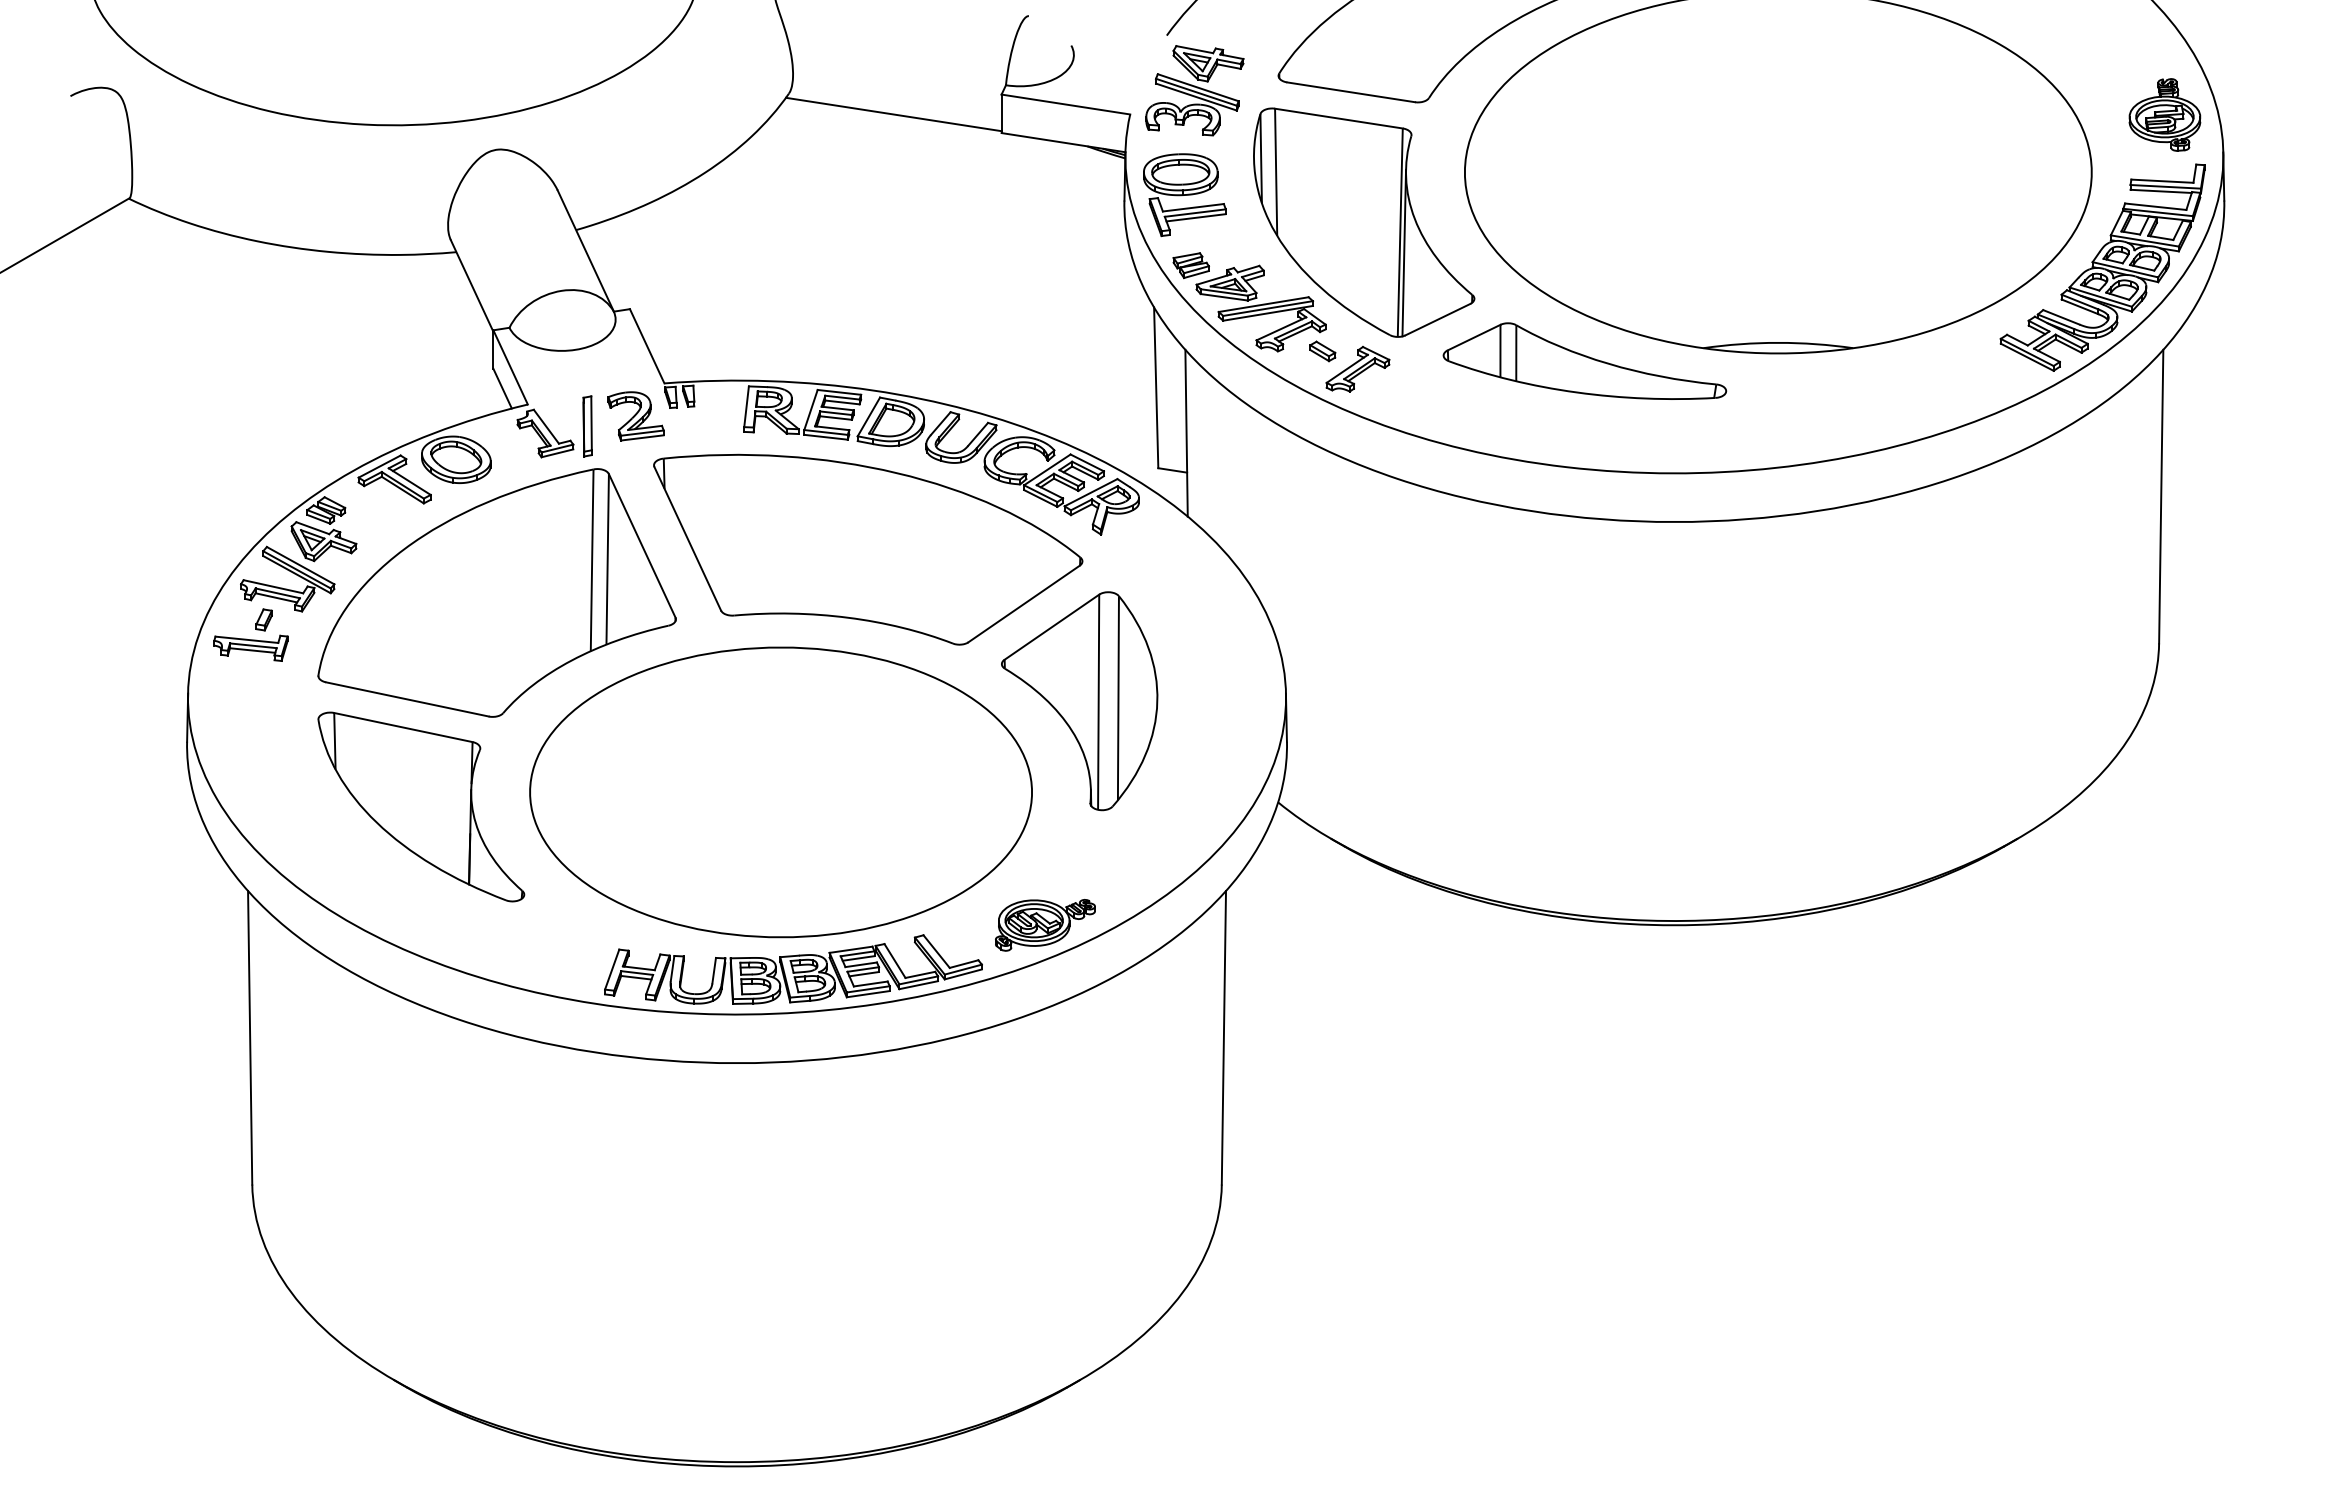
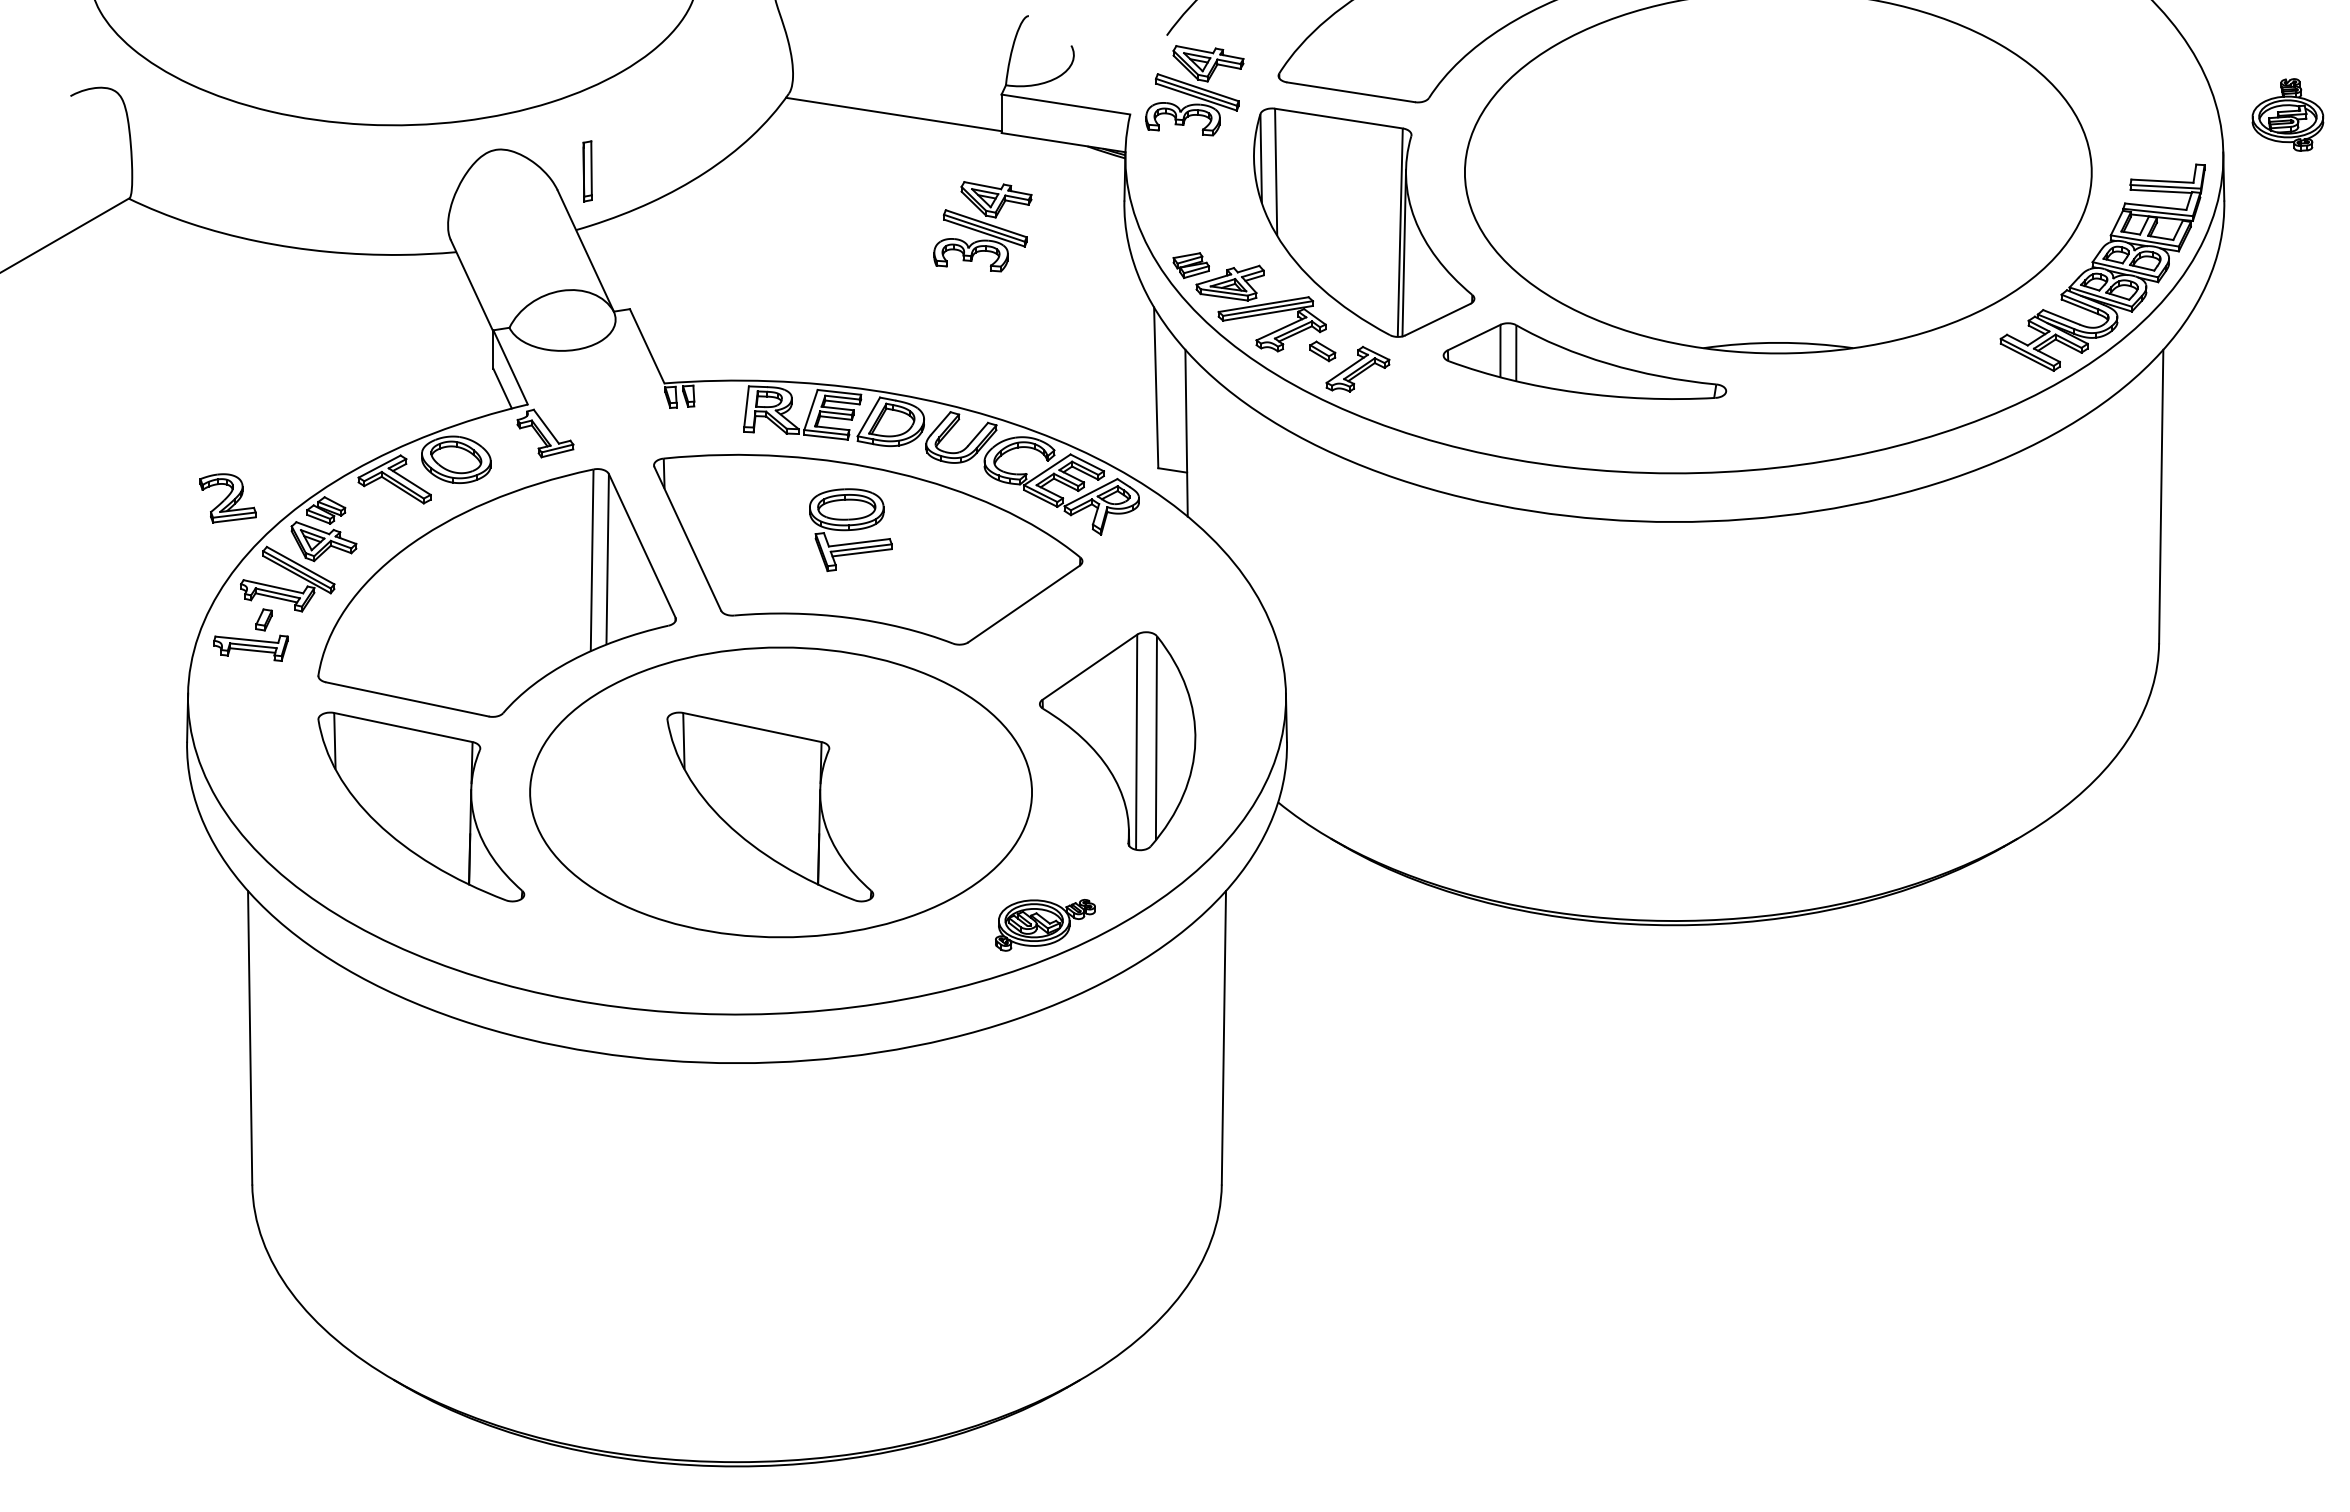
part at (2164, 114) position: (2164, 114) -> (2287, 114)
part at (1184, 195) position: (1184, 195) -> (850, 530)
part at (982, 226): none -> present
part at (635, 416) position: (635, 416) -> (227, 498)
part at (587, 426) position: (587, 426) -> (587, 171)
part at (1079, 701) position: (1079, 701) -> (1117, 741)
part at (770, 806): none -> present
part at (793, 969): present -> none
